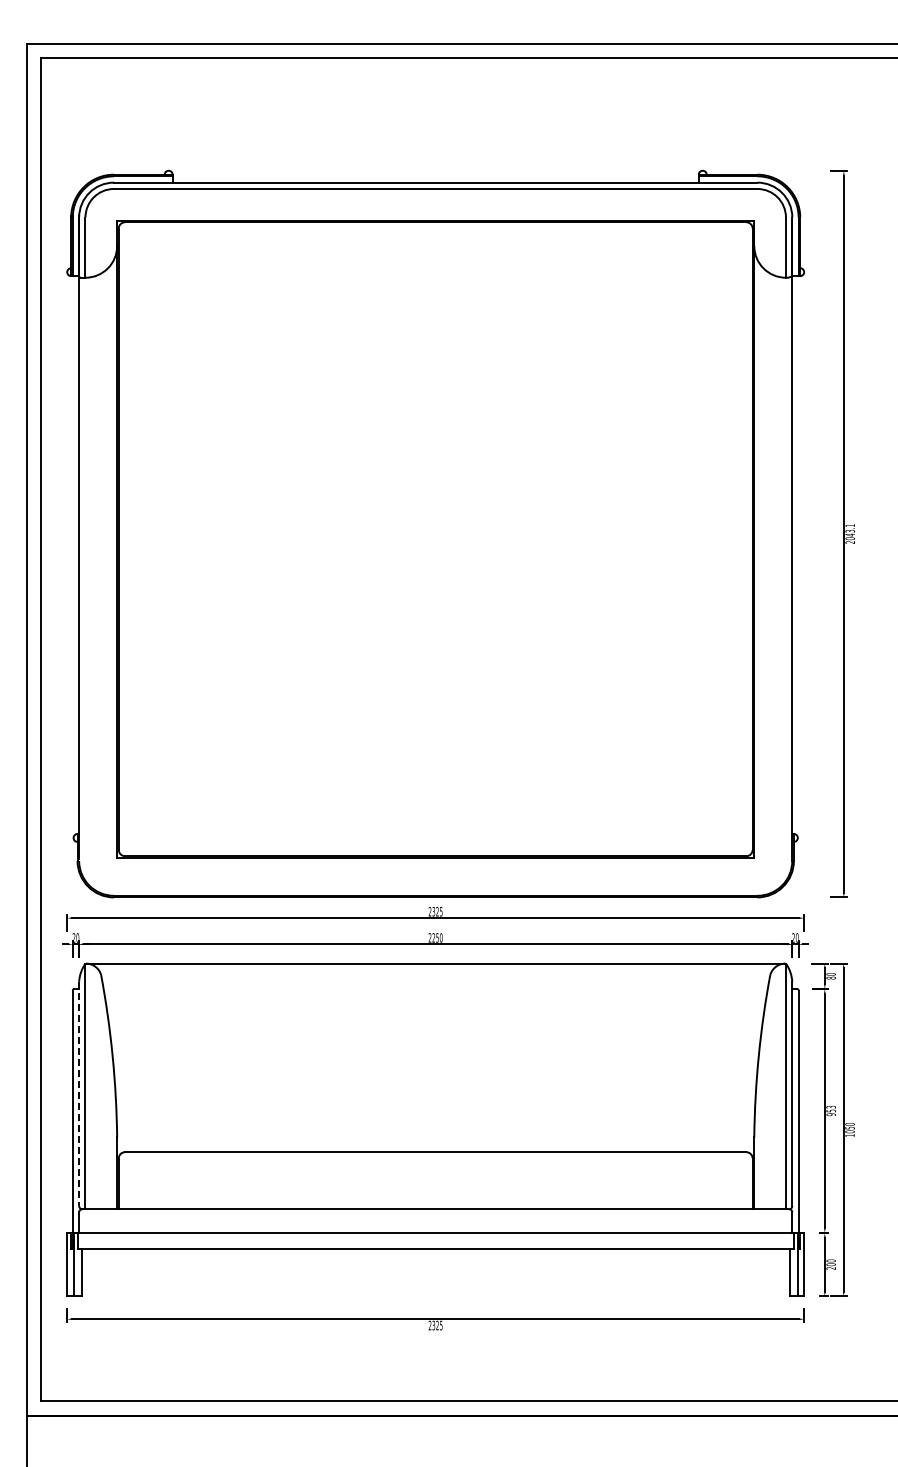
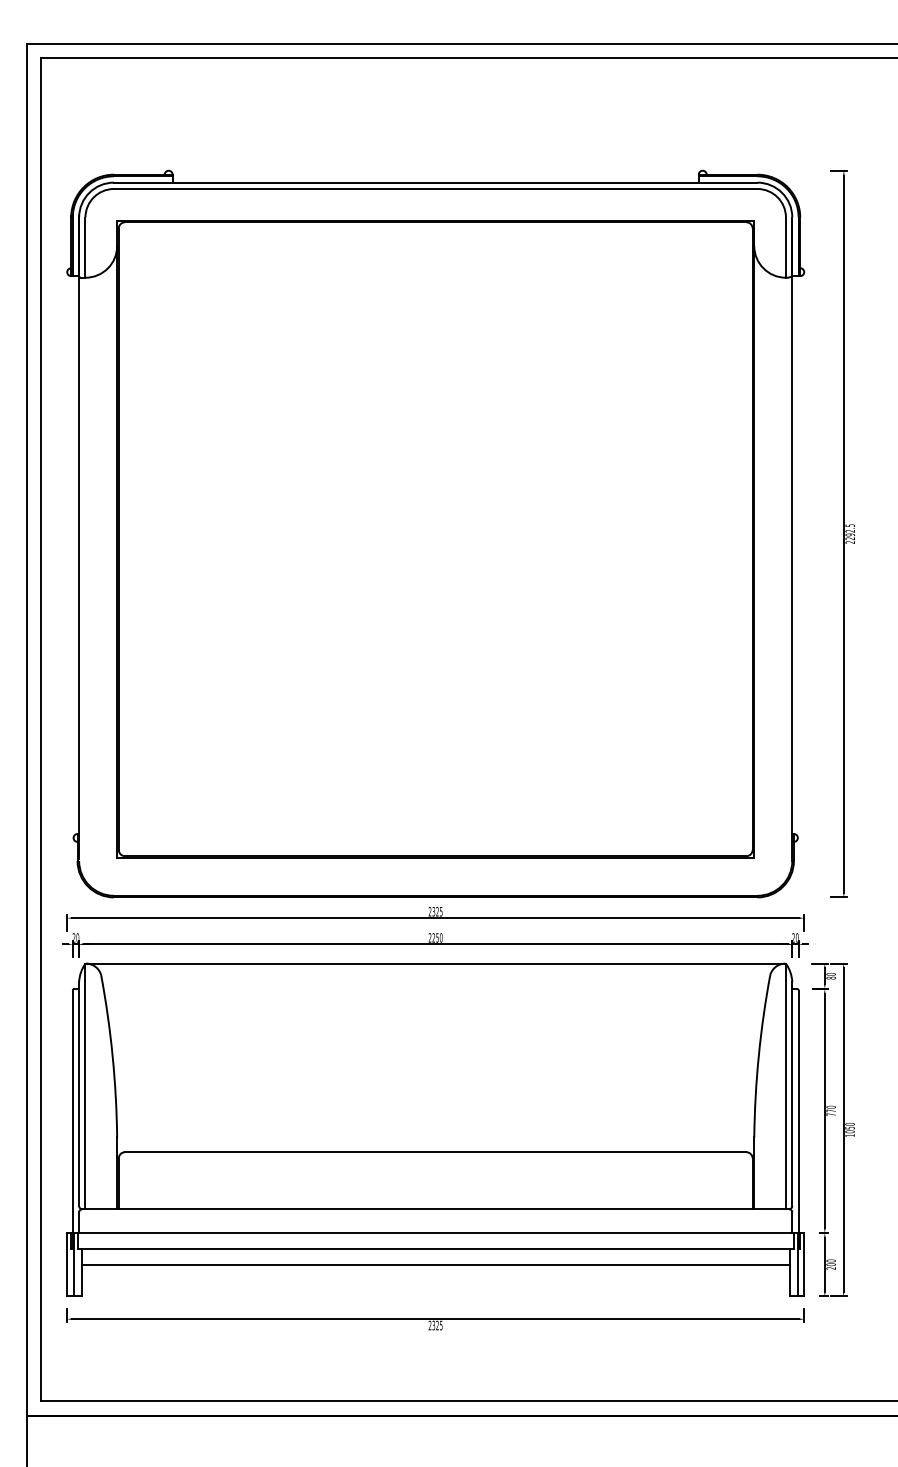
text at (850, 532): 2043.1 -> 2292.5
line at (79, 1094): dashed -> solid
text at (830, 1110): 953 -> 770
line at (435, 1264): none -> present
